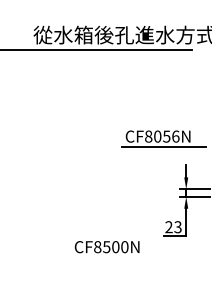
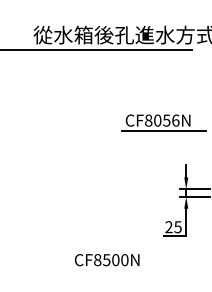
part at (163, 138) position: (163, 138) -> (163, 122)
text at (177, 226): 23 -> 25
text at (106, 247) position: (106, 247) -> (106, 260)
